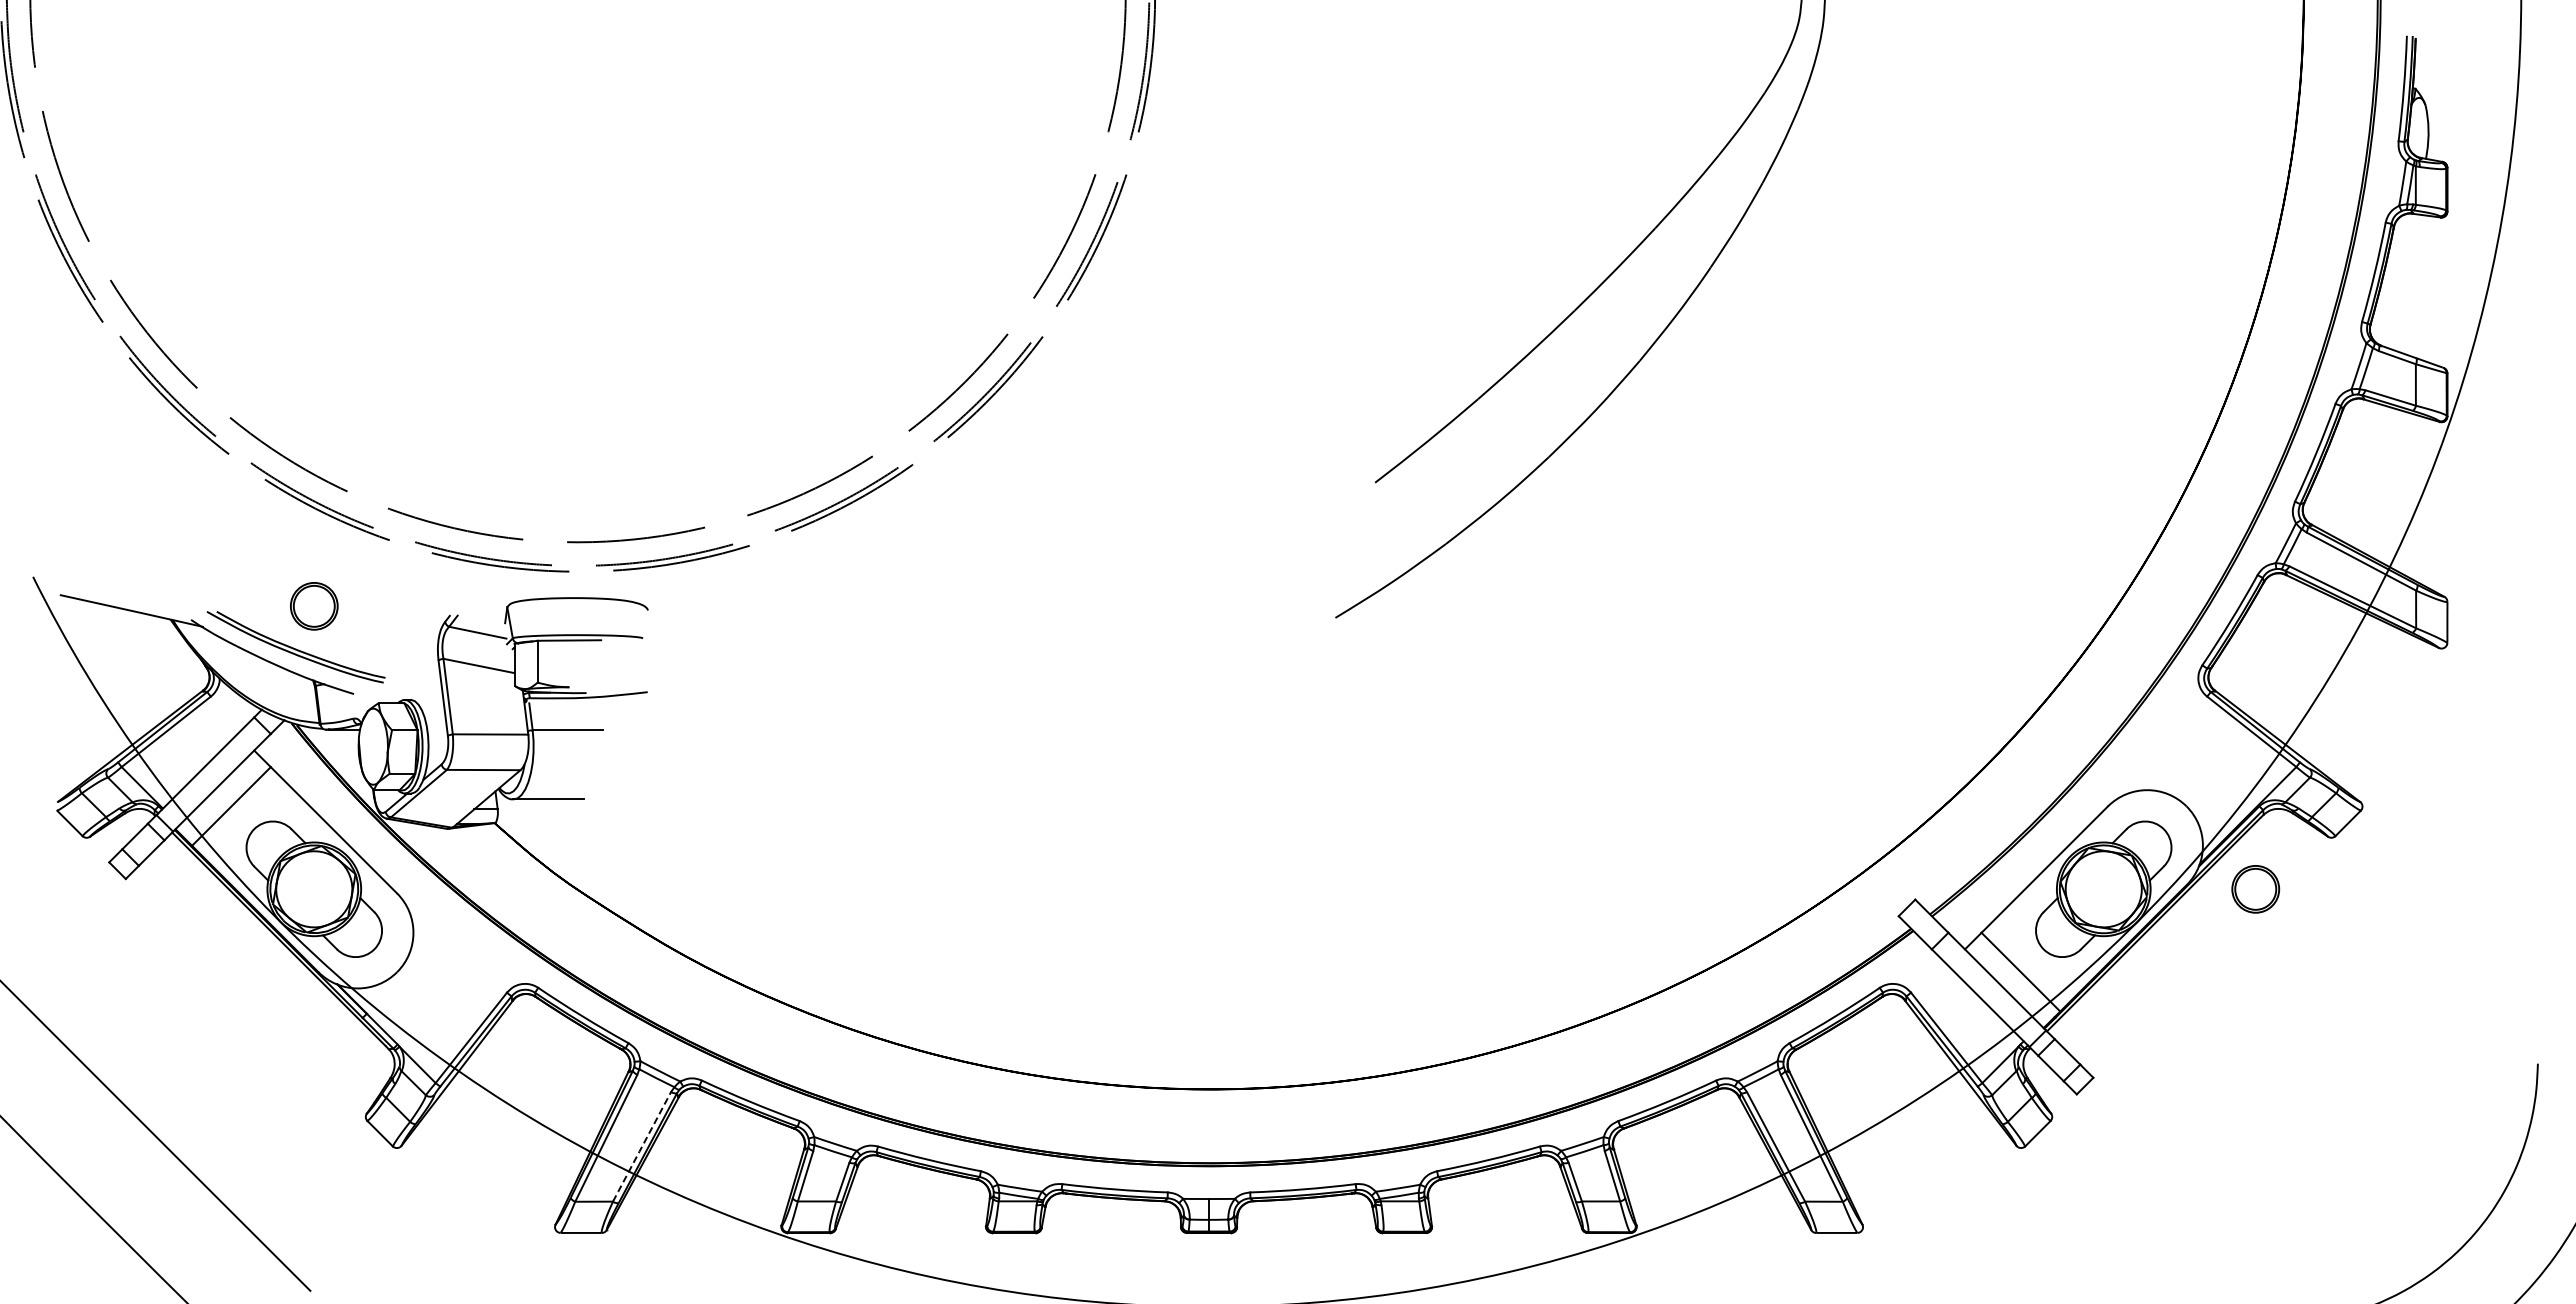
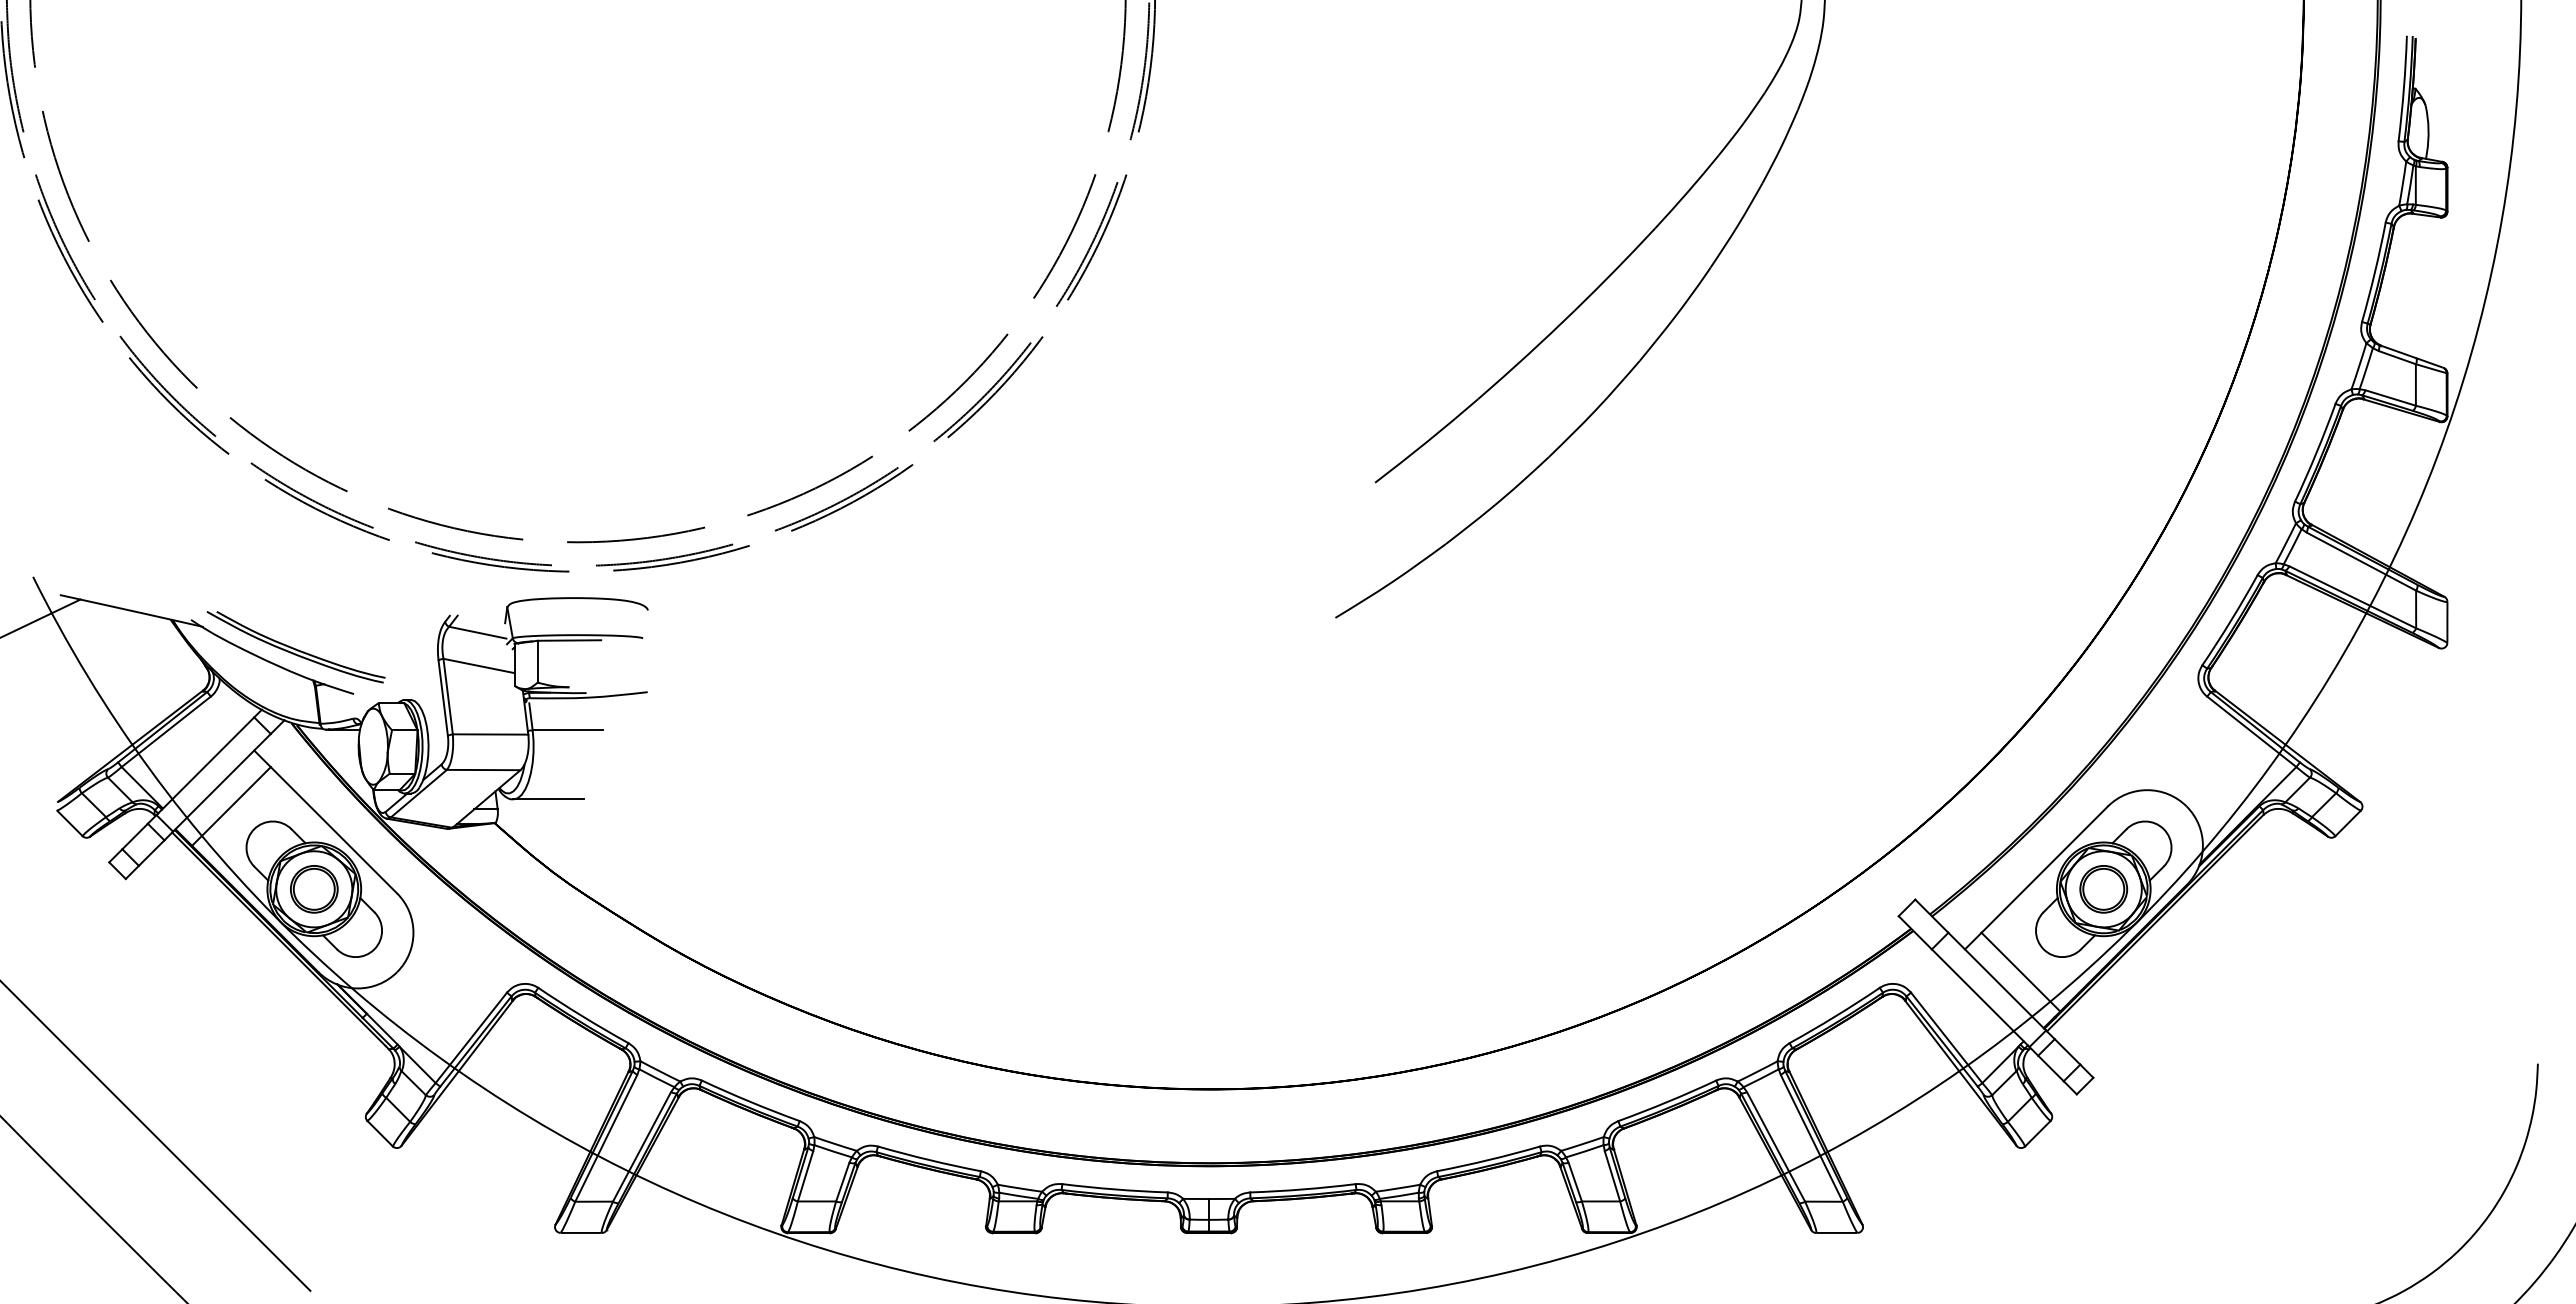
part at (314, 606) position: (314, 606) -> (314, 889)
line at (41, 617): none -> present
part at (2255, 889) position: (2255, 889) -> (2103, 889)
line at (641, 1148): dashed -> solid
